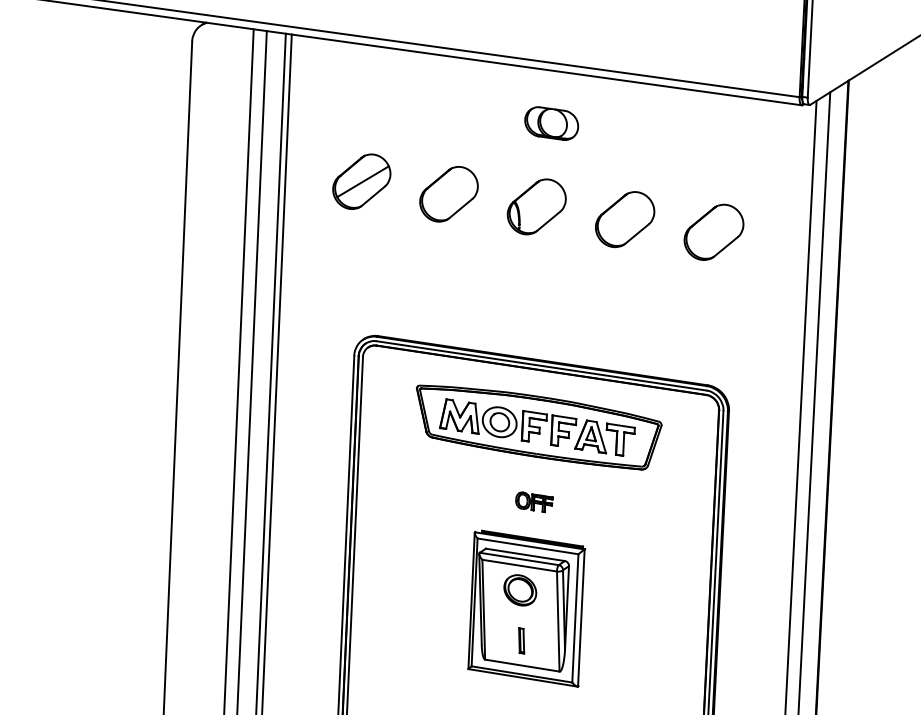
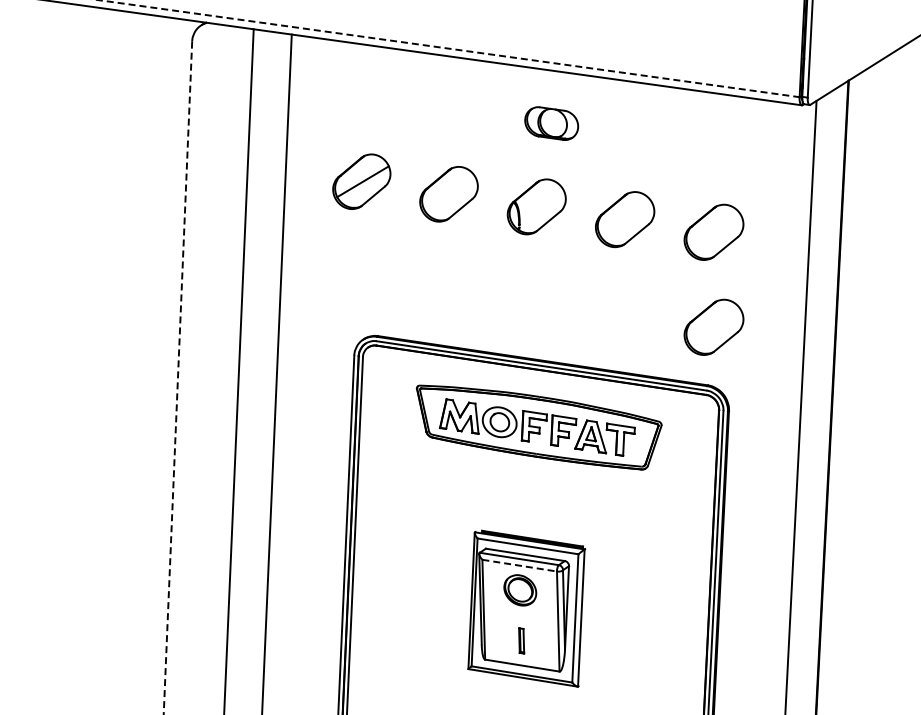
line at (449, 48): solid -> dashed
part at (713, 326): none -> present
line at (251, 371): present -> none
line at (270, 372): present -> none
line at (177, 378): solid -> dashed
line at (814, 401): present -> none
part at (534, 502): present -> none
line at (519, 565): solid -> dashed
